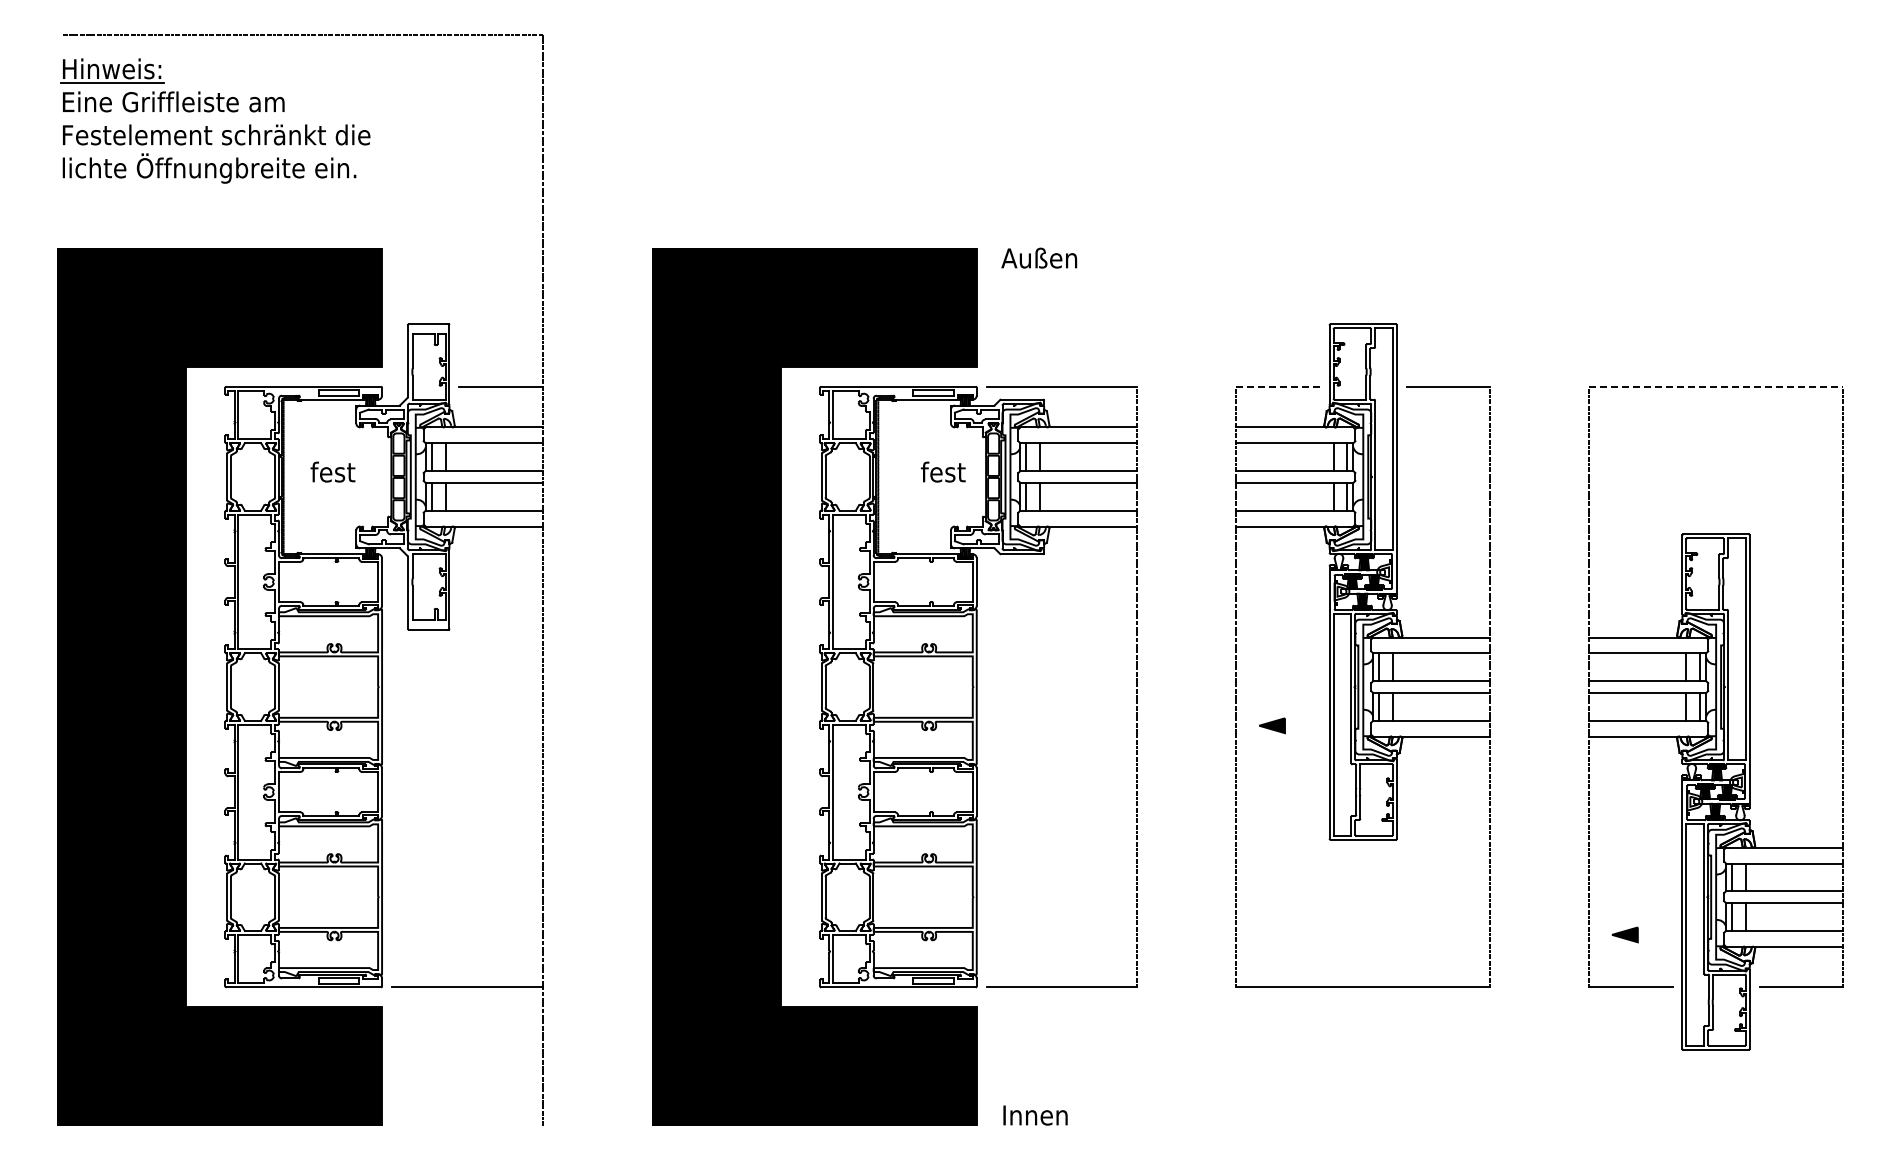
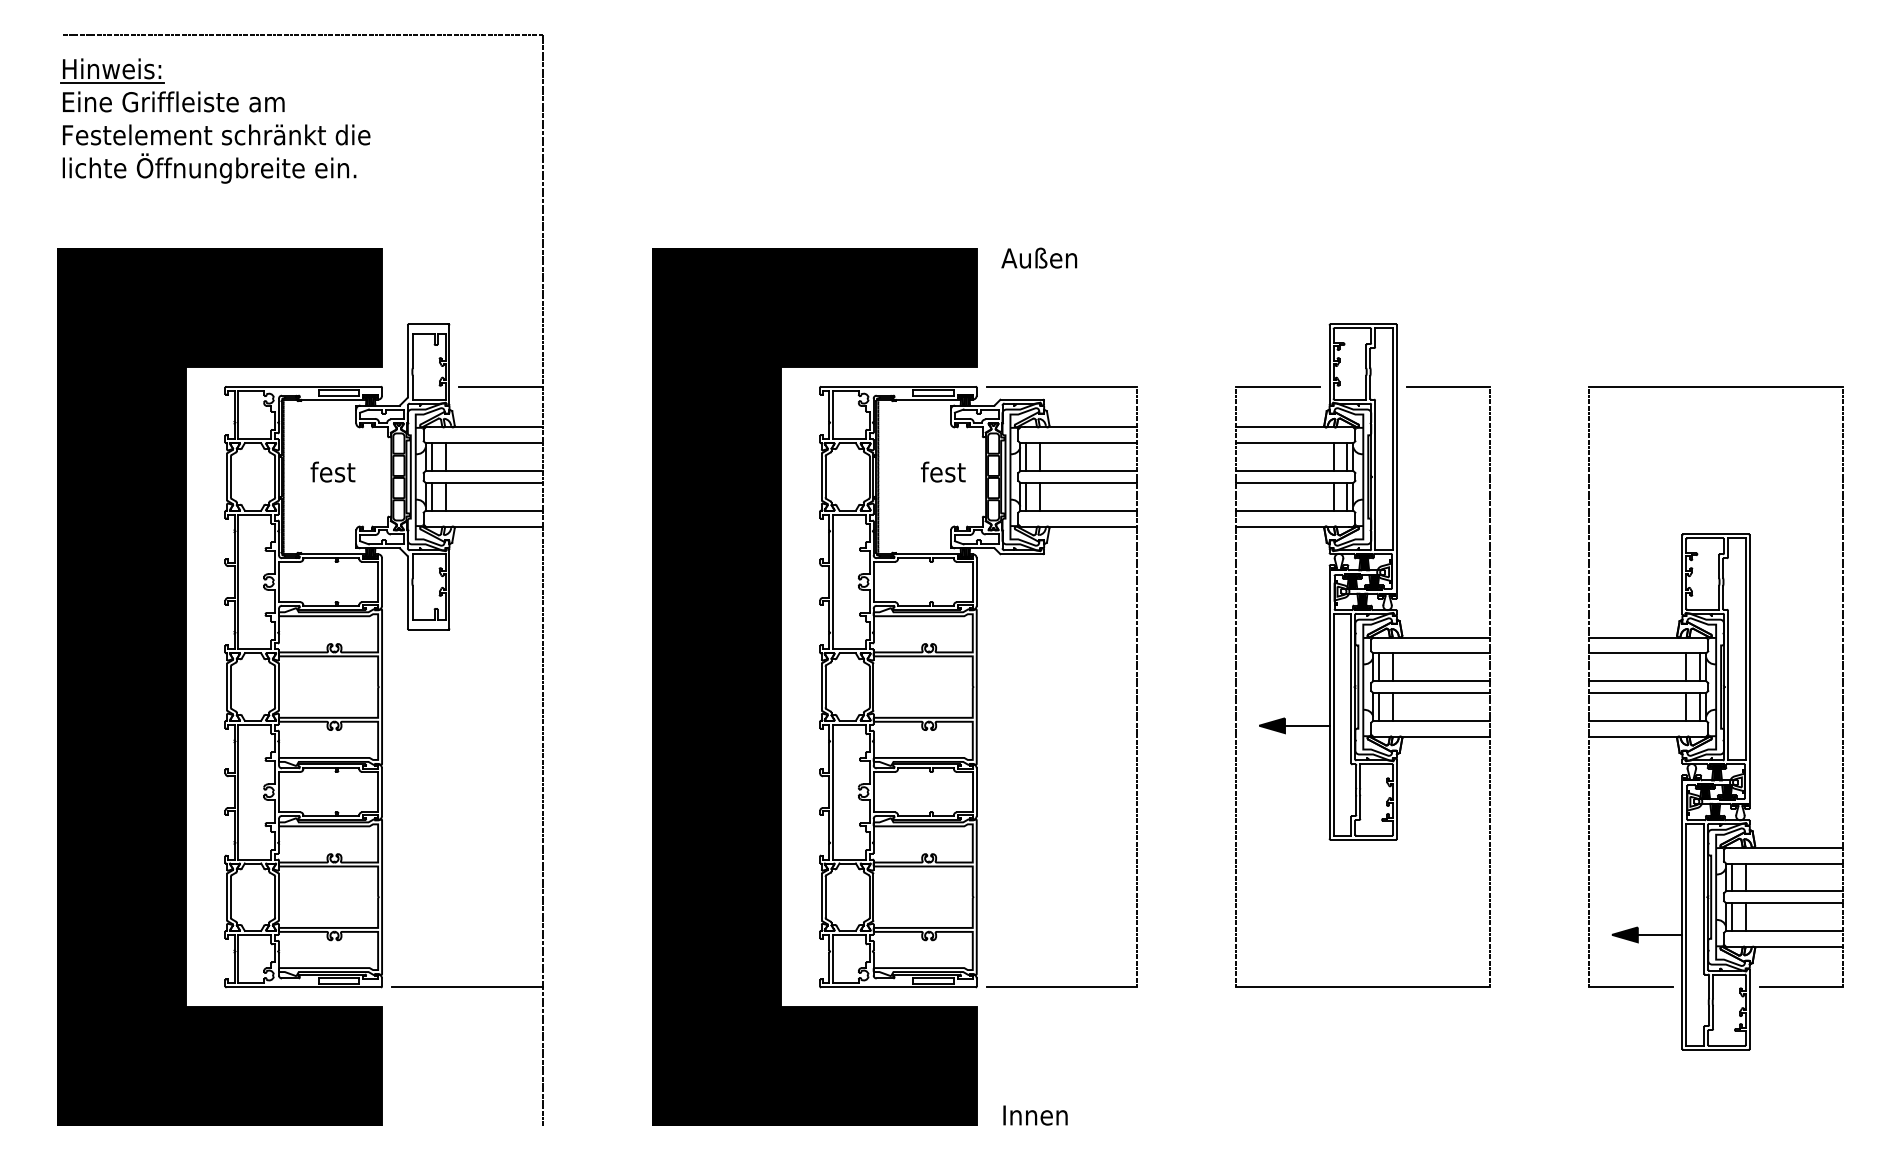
line at (1278, 386): dashed -> solid
line at (1716, 386): dashed -> solid
line at (1306, 725): none -> present
line at (1659, 934): none -> present
